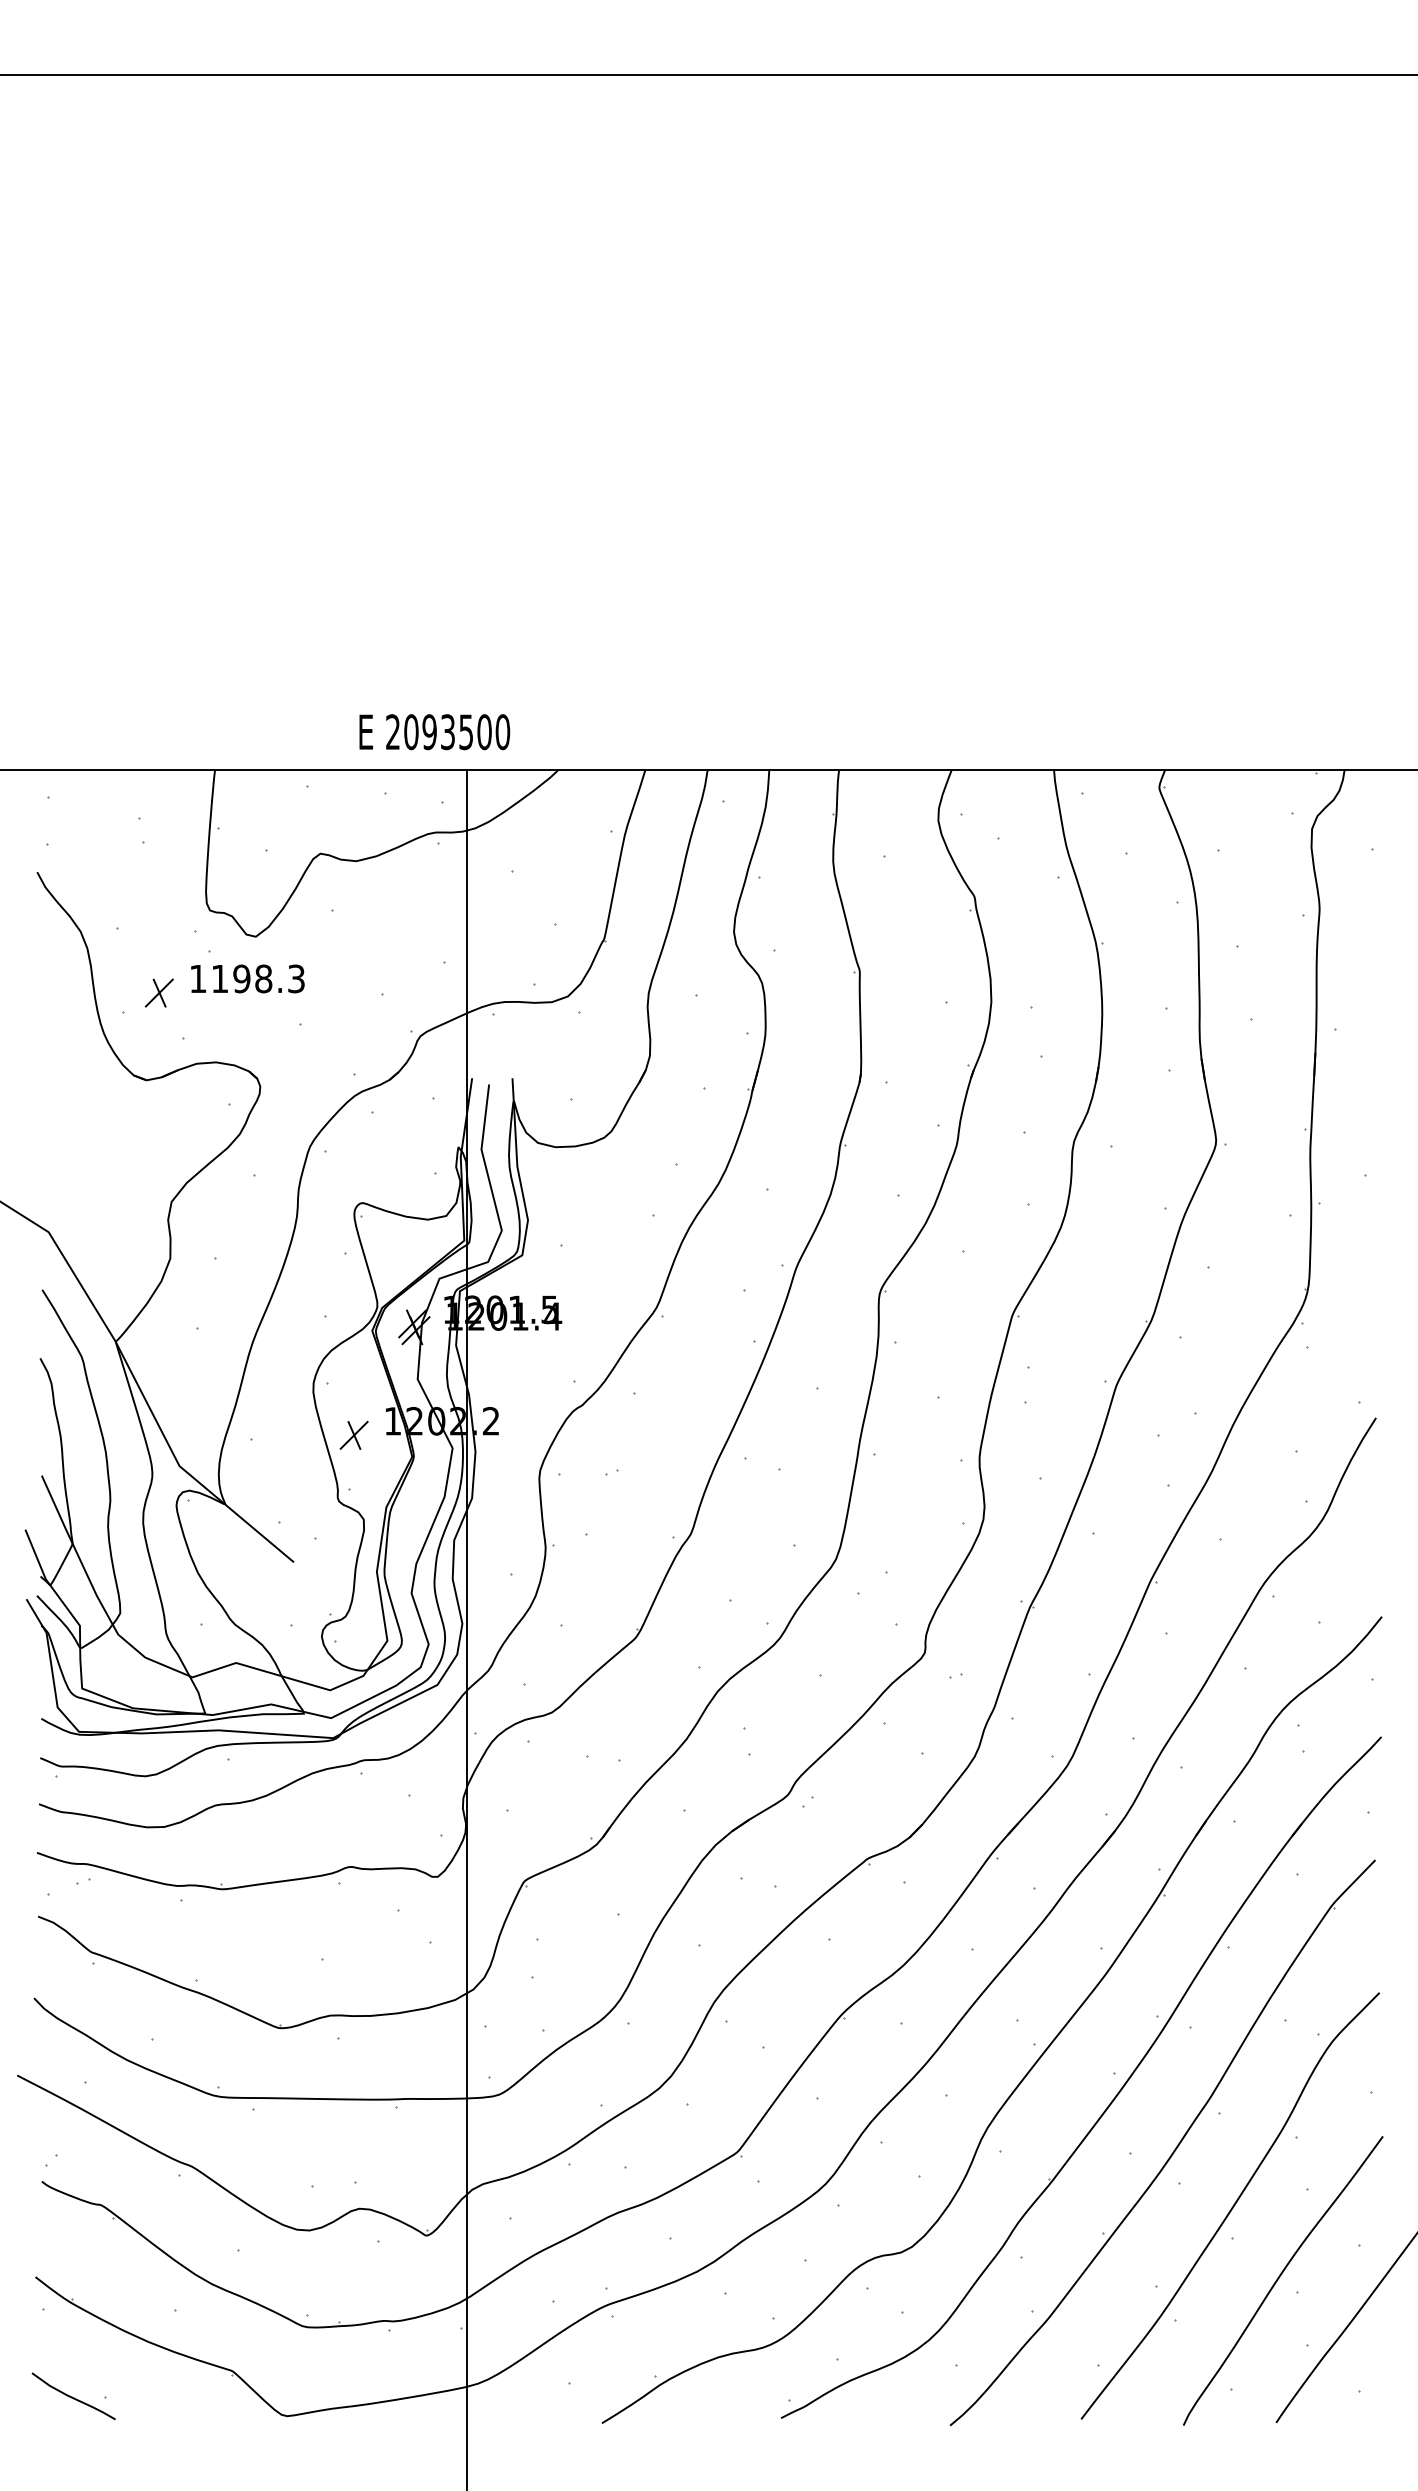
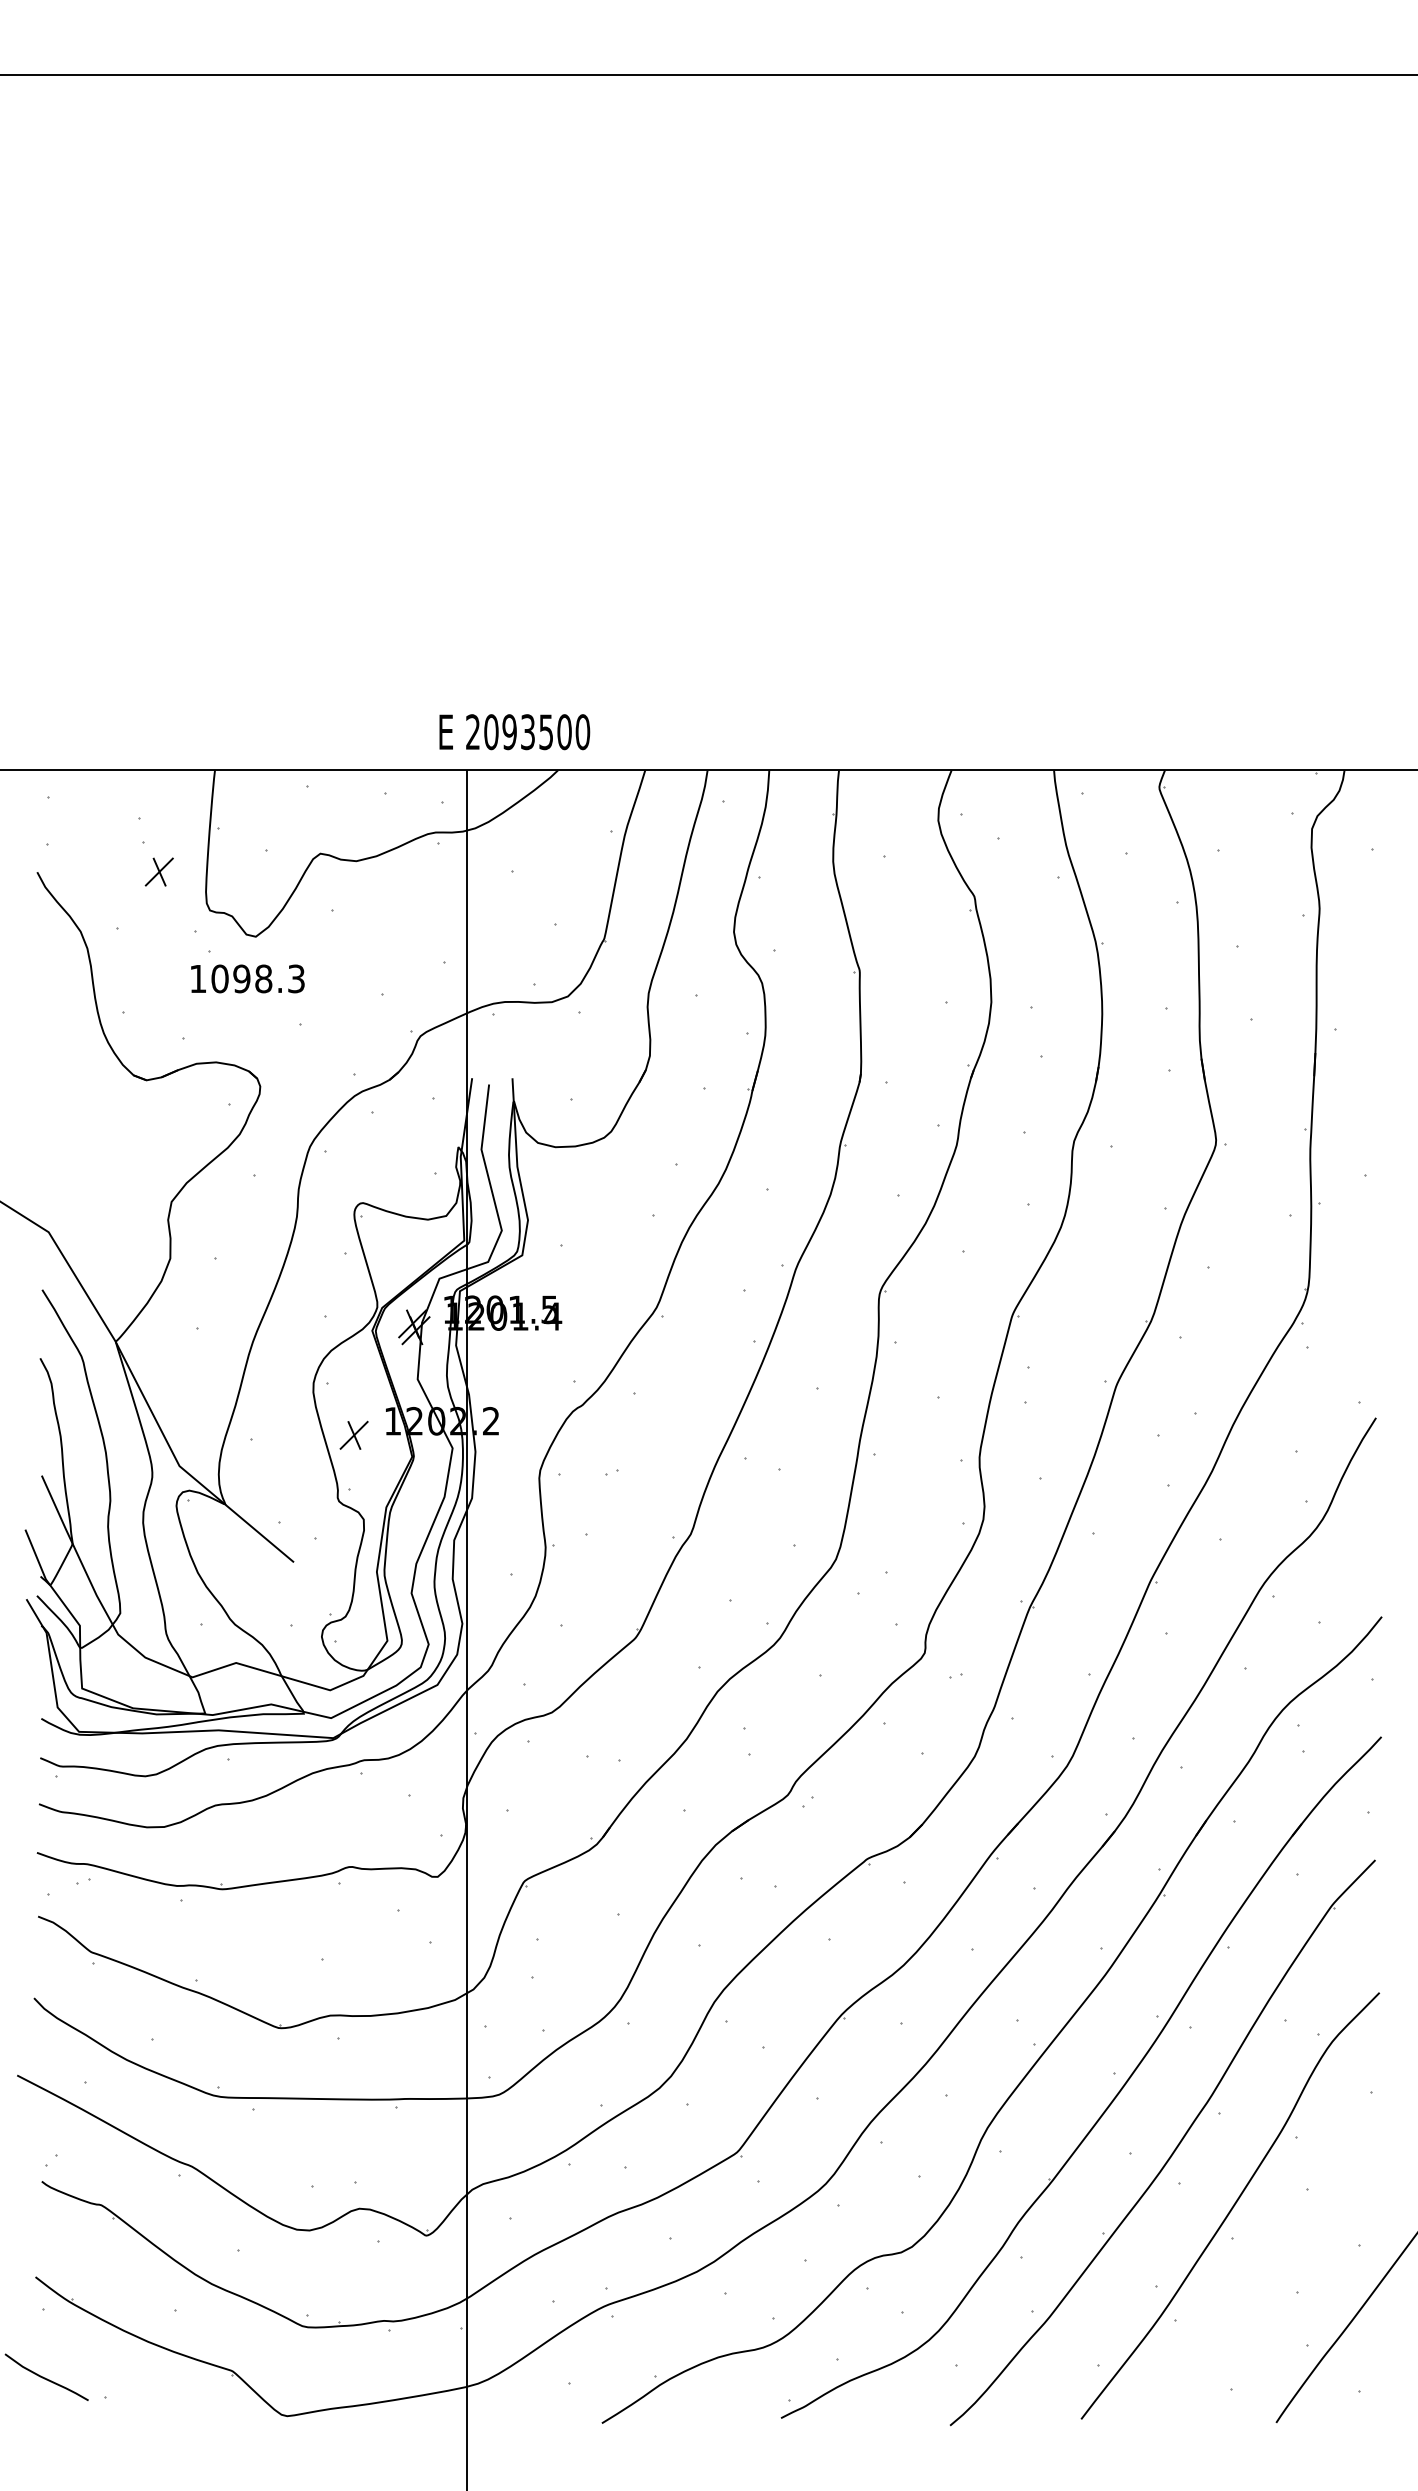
text at (434, 732) position: (434, 732) -> (514, 732)
text at (219, 978): 1198.3 -> 1098.3
part at (158, 992) position: (158, 992) -> (158, 871)
curve at (1280, 2277): present -> none
curve at (72, 2396) position: (72, 2396) -> (45, 2377)
